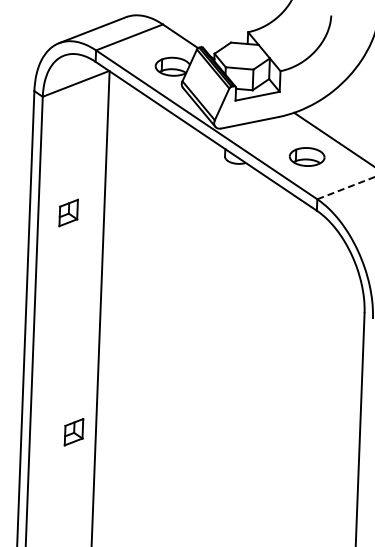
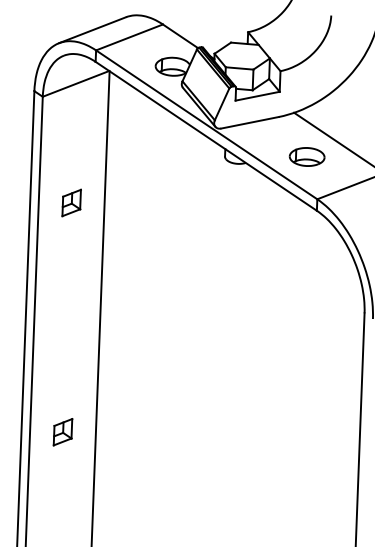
line at (346, 188): dashed -> solid
part at (68, 212) position: (68, 212) -> (71, 202)
part at (73, 432) position: (73, 432) -> (62, 432)
